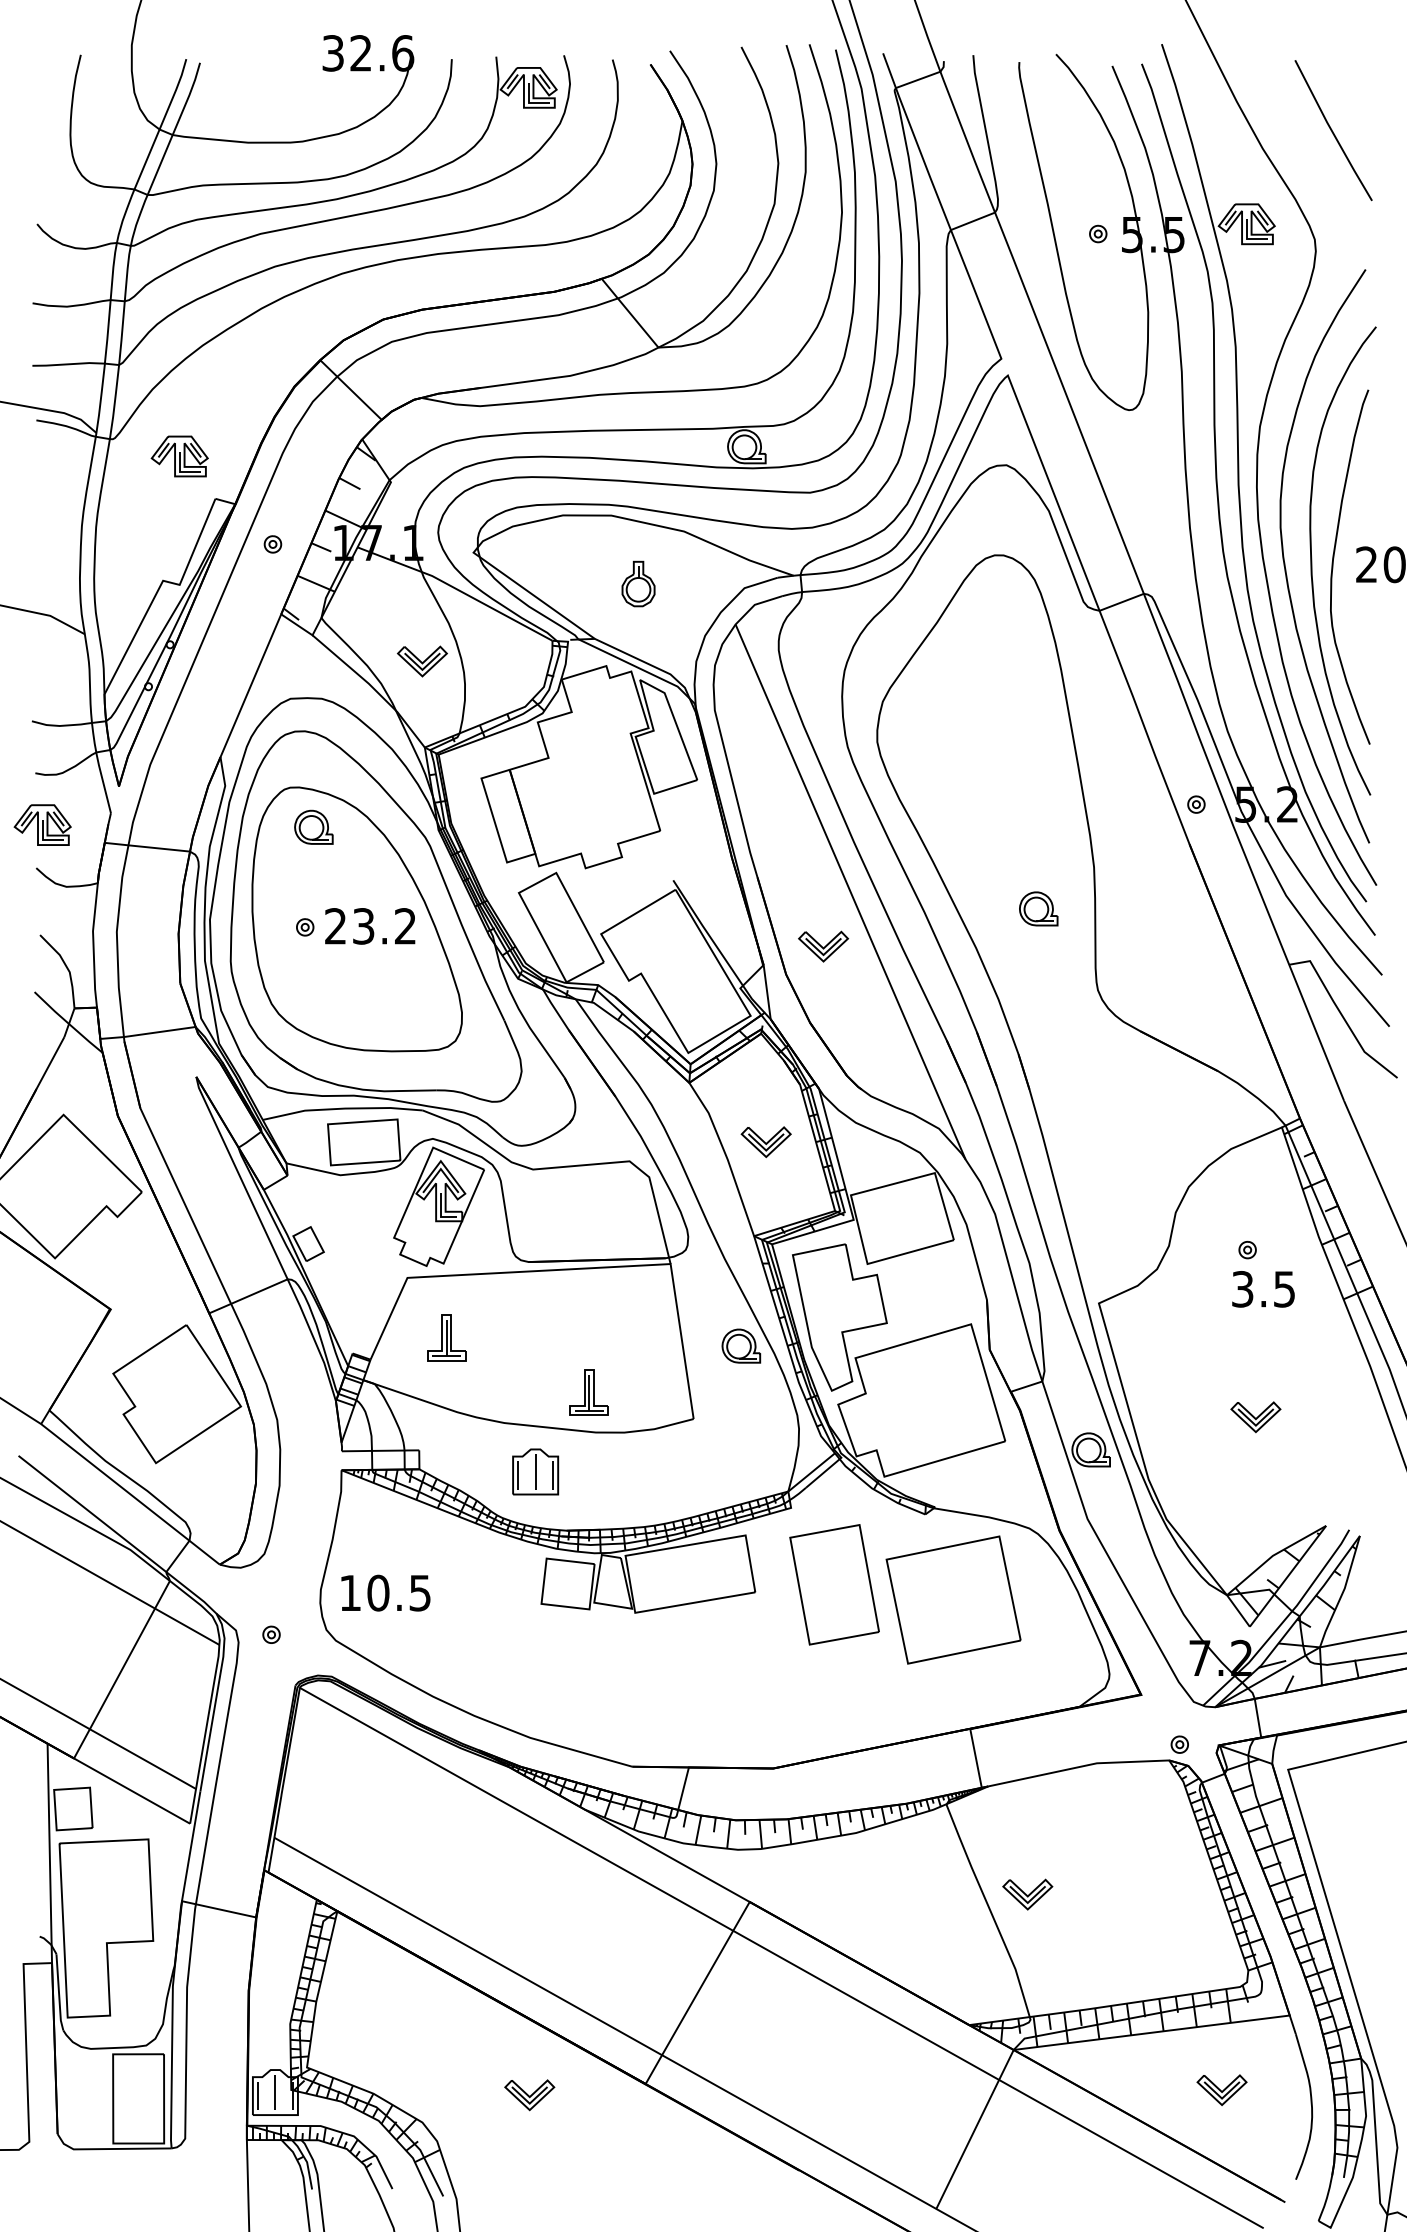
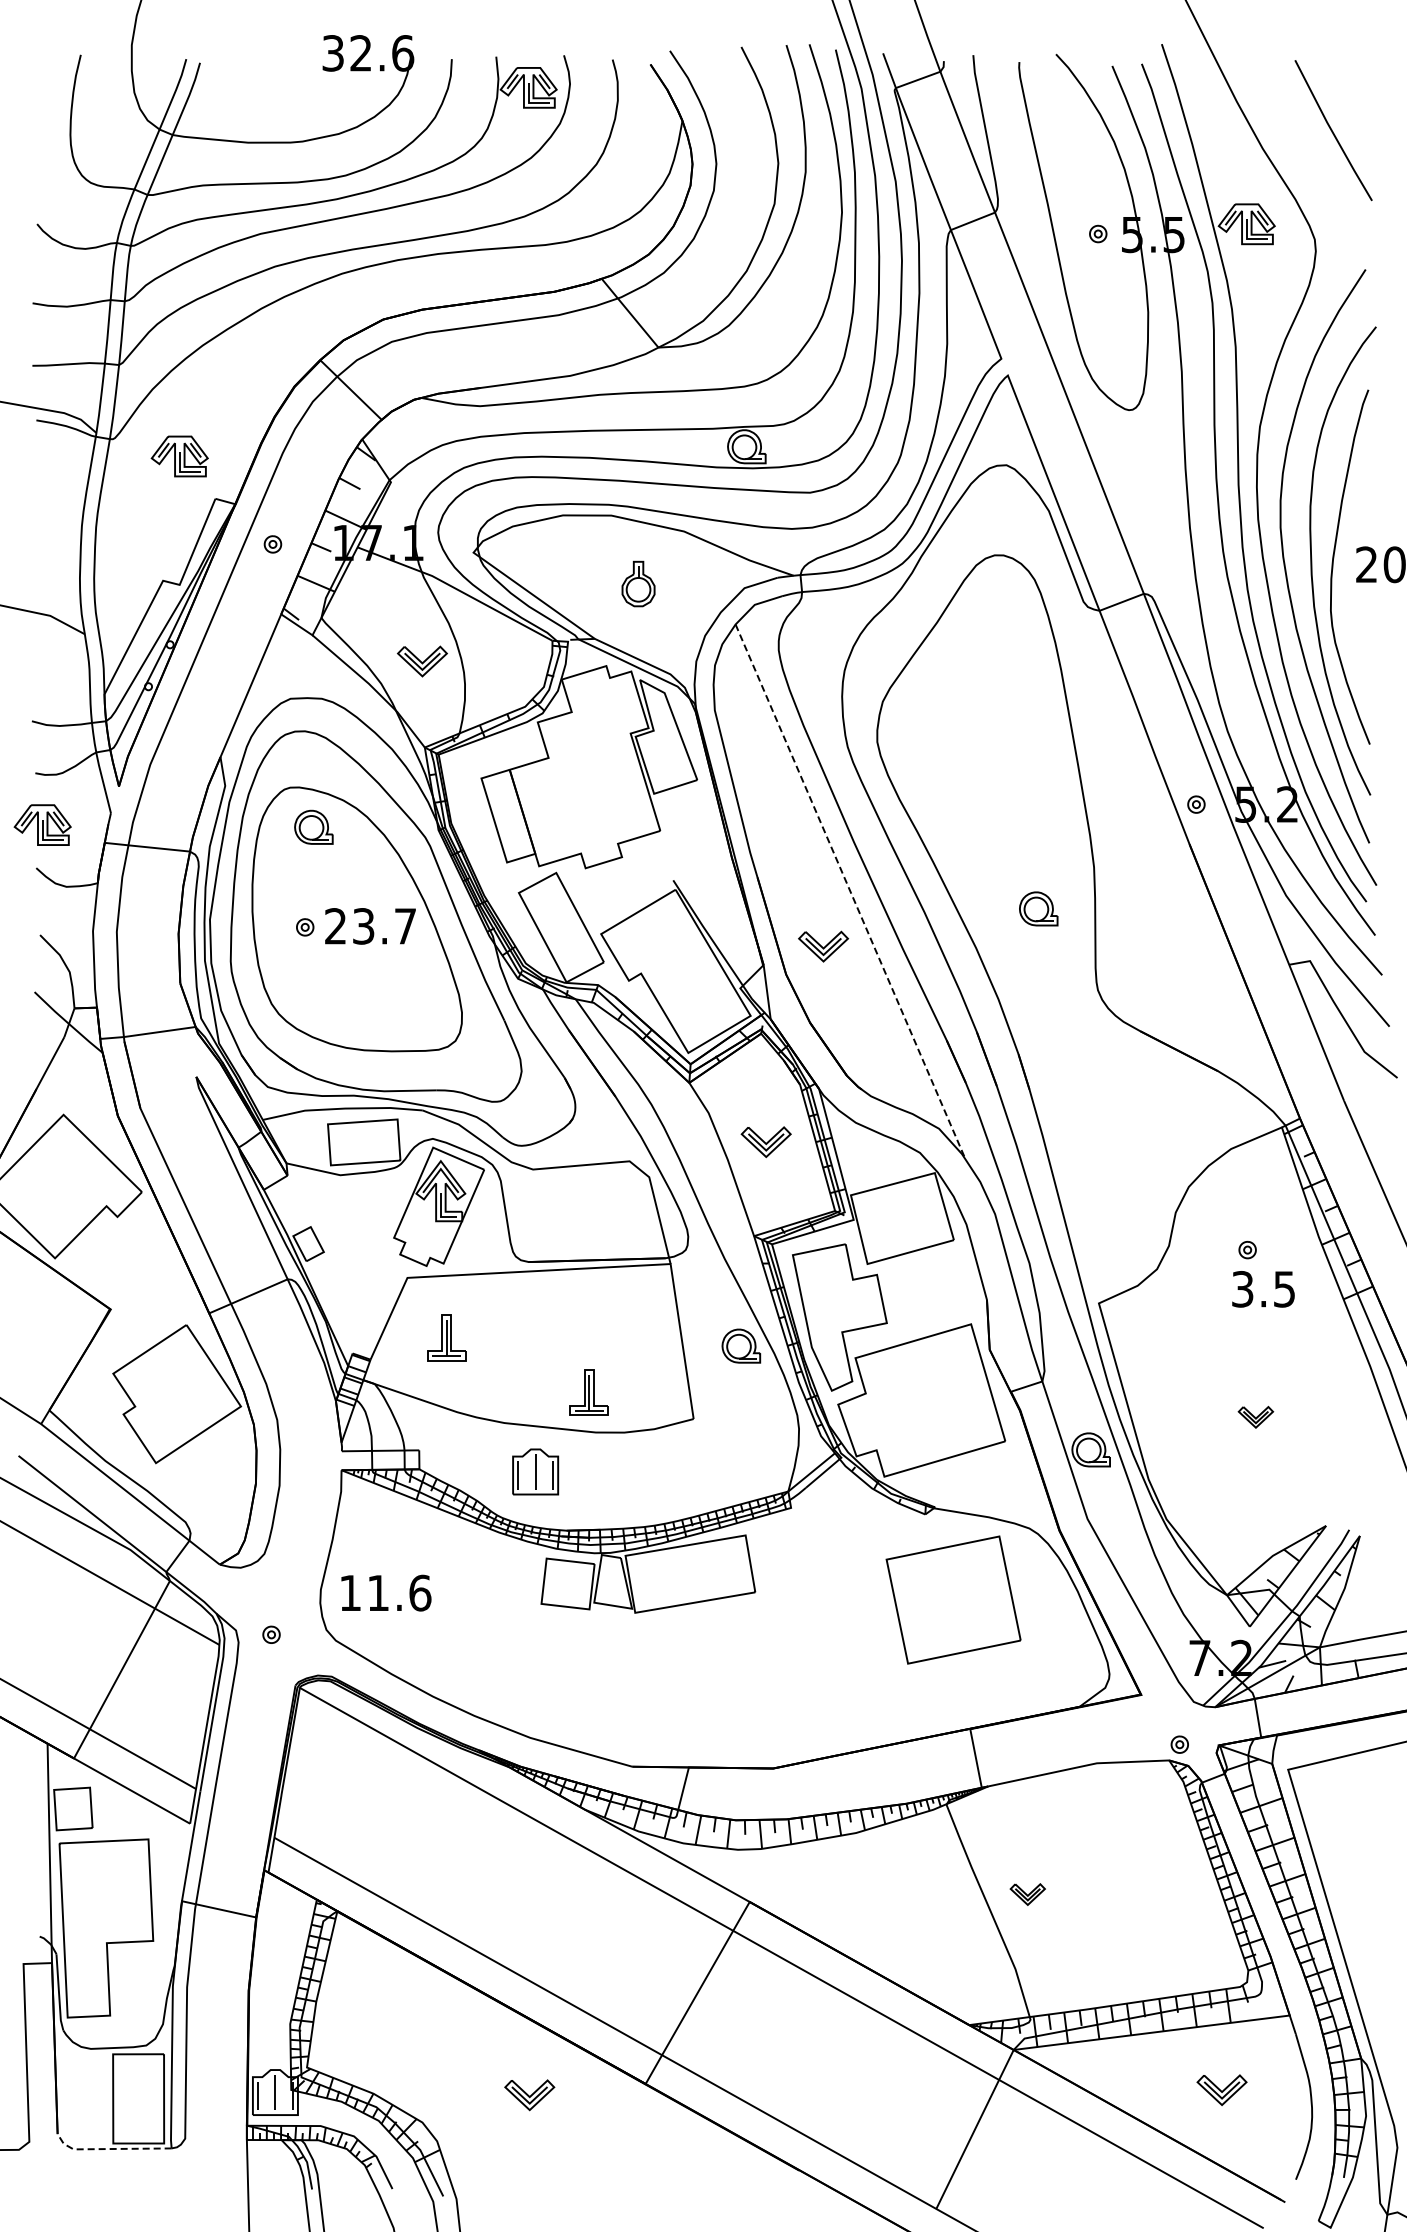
line at (850, 892): solid -> dashed
text at (405, 926): 23.2 -> 23.7
part at (1255, 1417) size: 52x33 px -> 38x24 px
part at (834, 1584): present -> none
text at (399, 1592): 10.5 -> 11.6
part at (1027, 1894) size: 52x33 px -> 37x23 px
line at (109, 2149): solid -> dashed
